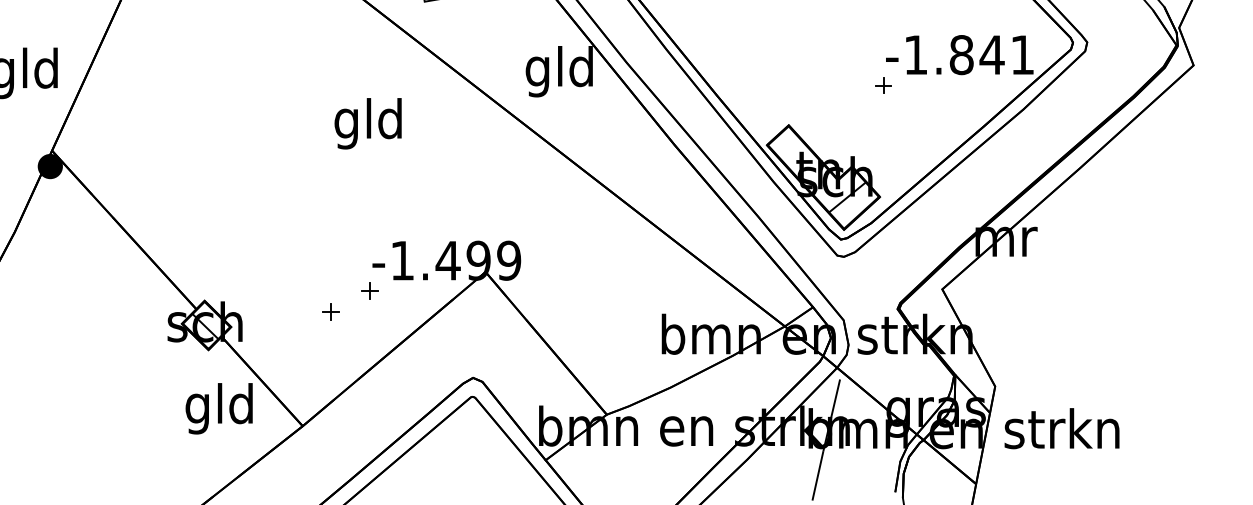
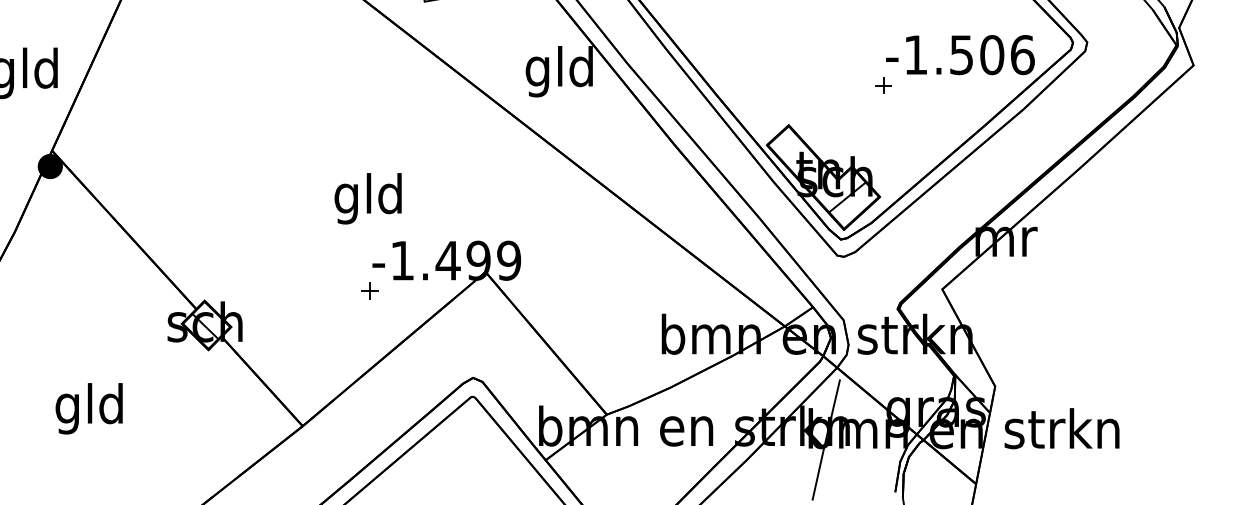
text at (991, 55): -1.841 -> -1.506
text at (367, 123) position: (367, 123) -> (367, 198)
part at (330, 311): present -> none
text at (218, 408) position: (218, 408) -> (88, 408)
